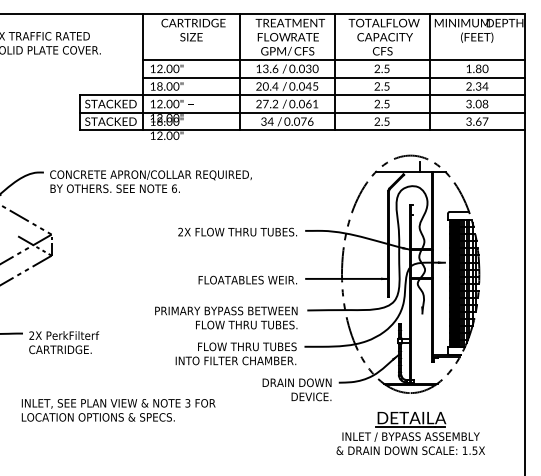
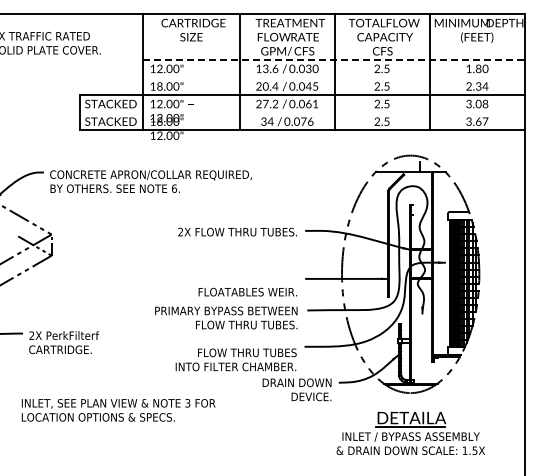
line at (333, 60): solid -> dashed
line at (333, 77): present -> none
line at (301, 112): present -> none
text at (247, 279) position: (247, 279) -> (247, 291)
text at (235, 353) position: (235, 353) -> (235, 359)
